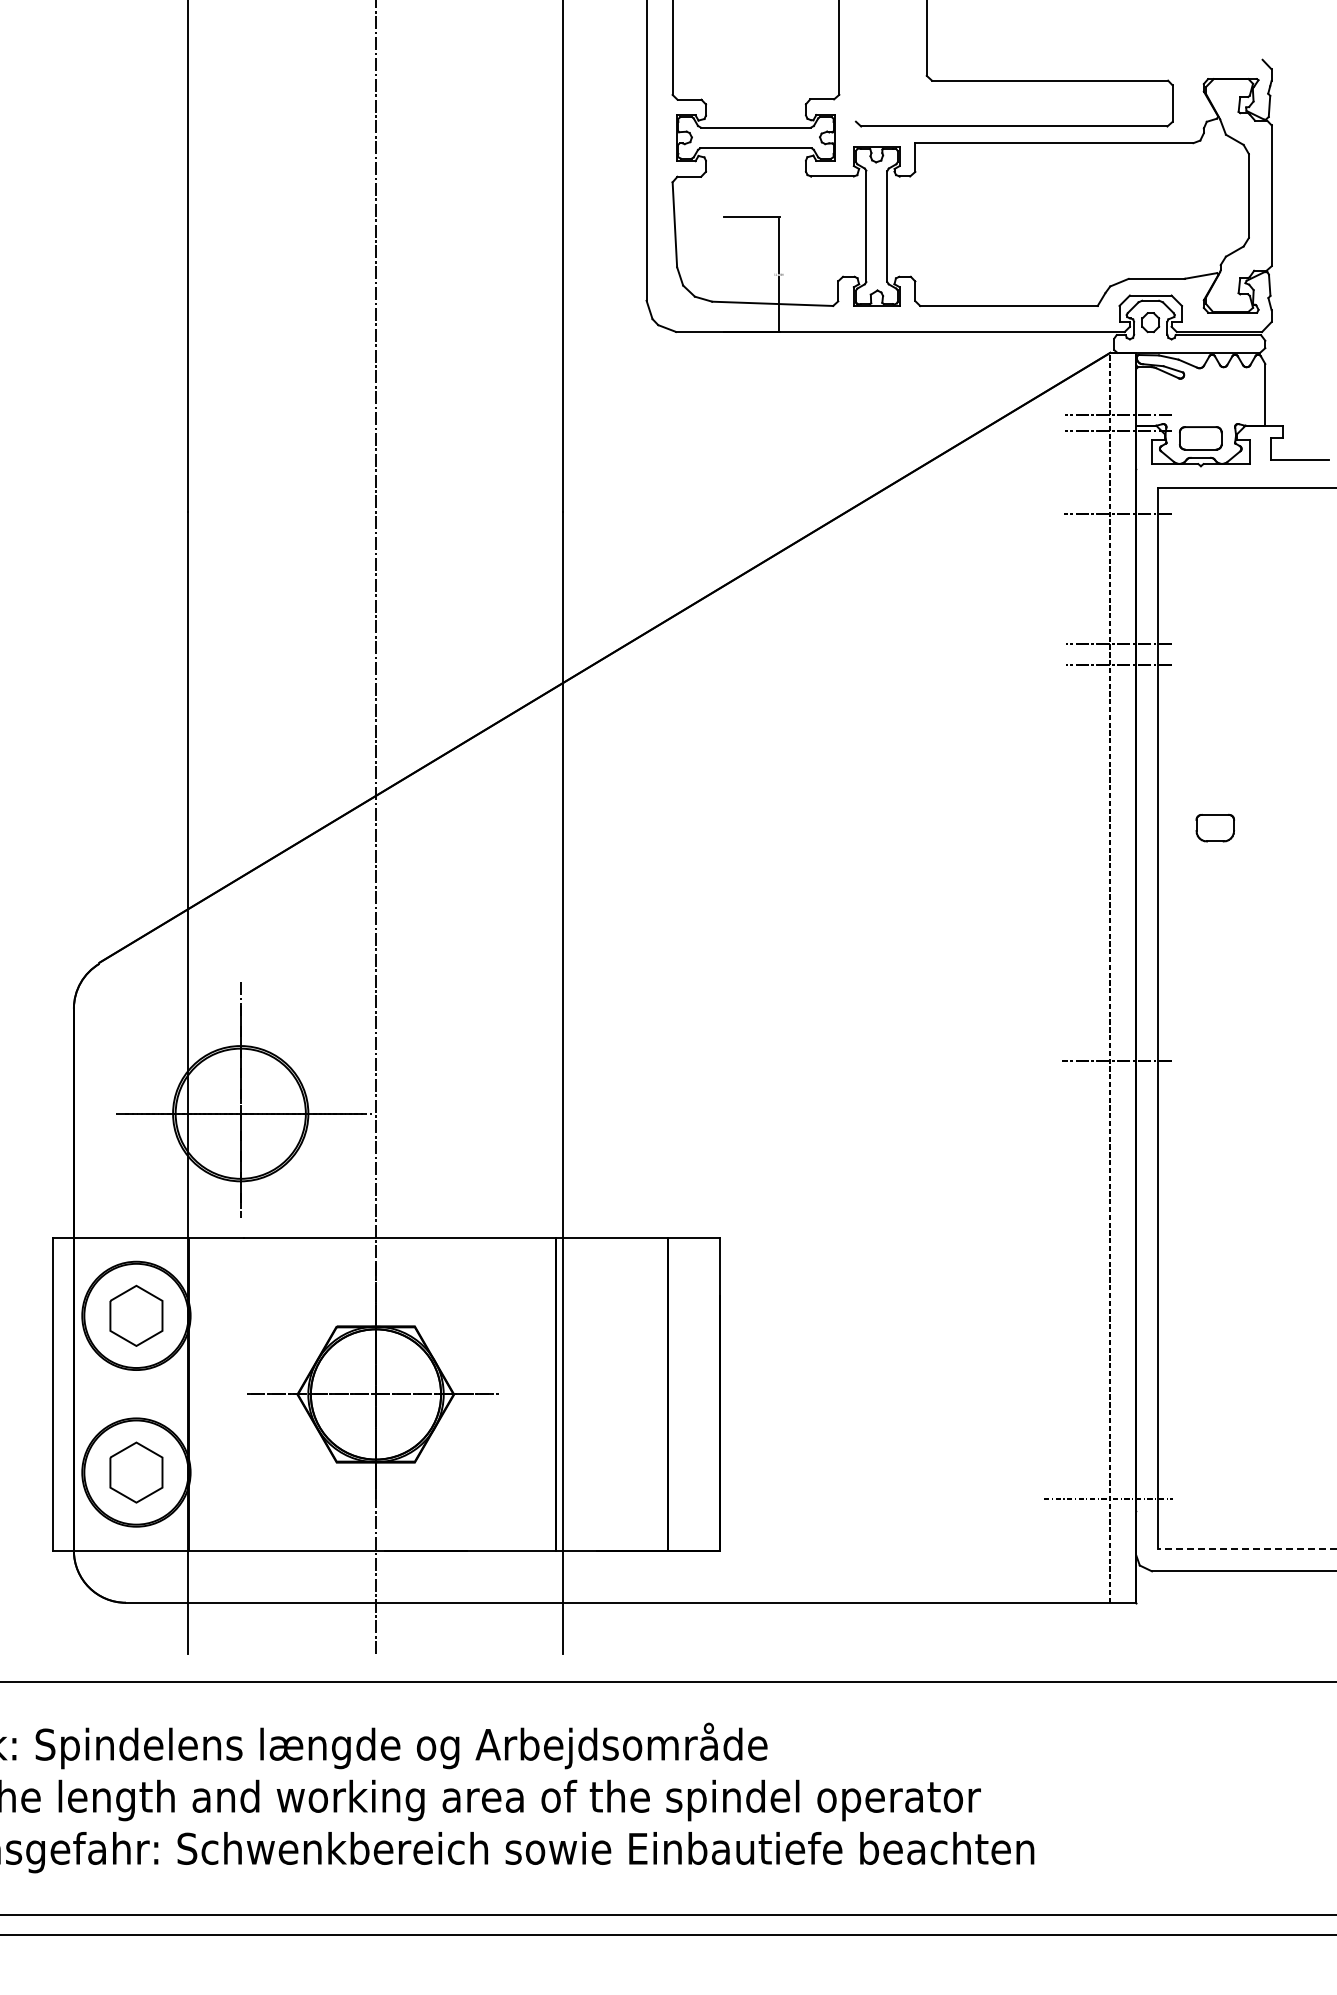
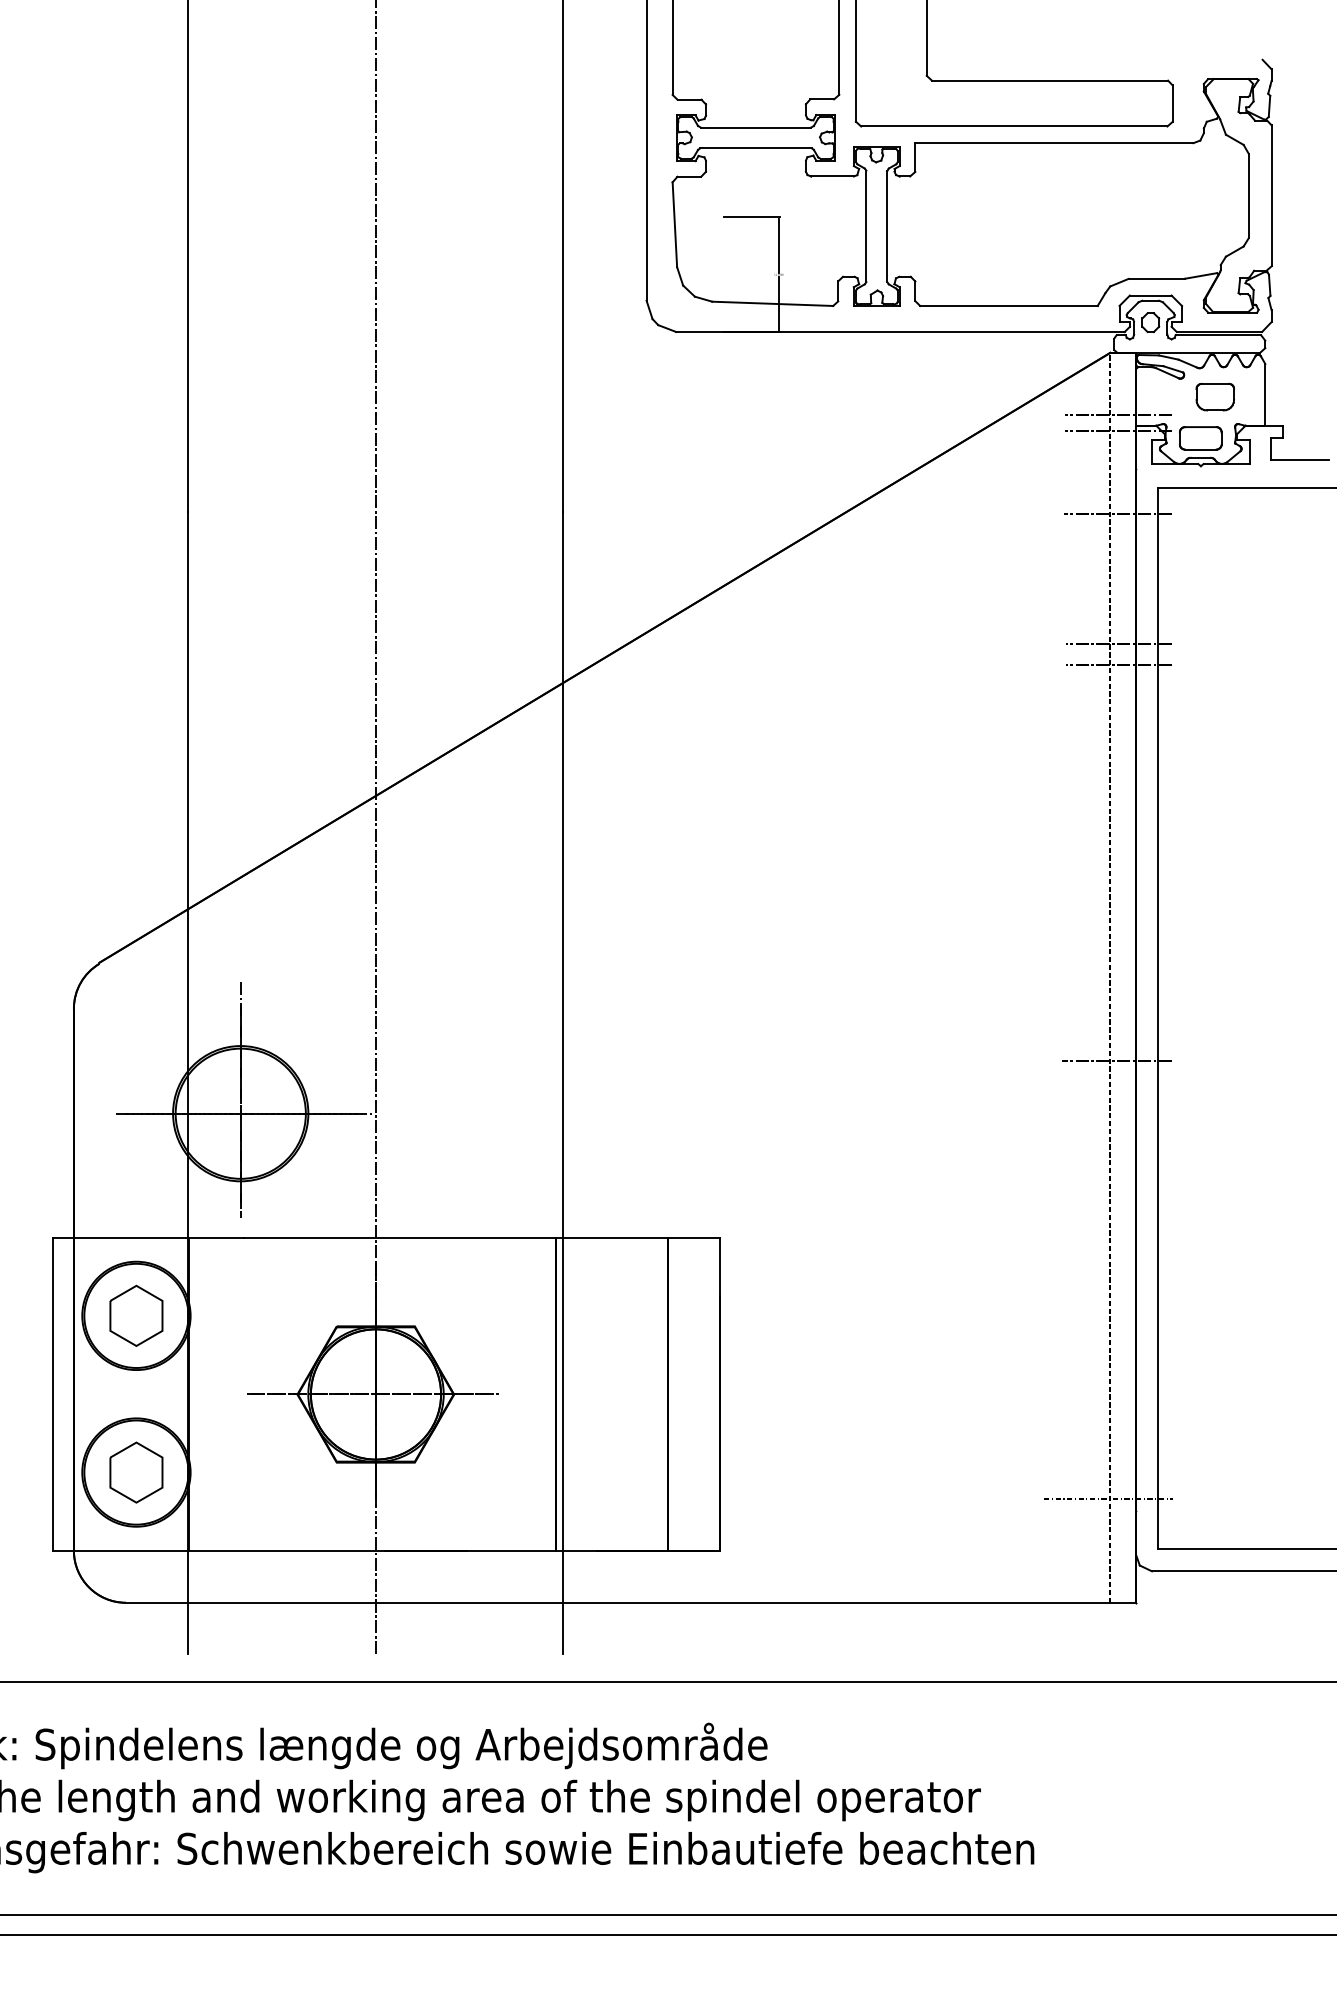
line at (855, 61): none -> present
part at (1214, 827) position: (1214, 827) -> (1214, 396)
line at (1247, 1549): dashed -> solid
